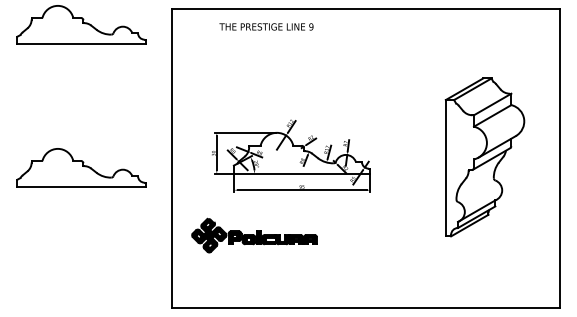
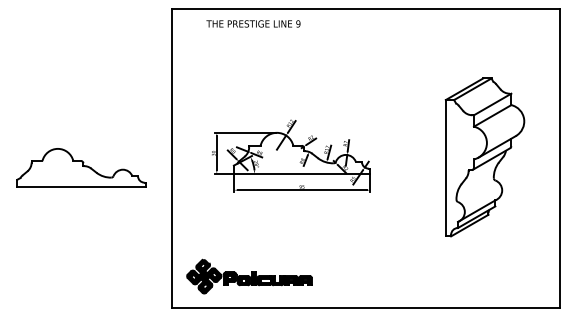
part at (81, 24): present -> none
text at (266, 26) position: (266, 26) -> (253, 23)
part at (254, 235) position: (254, 235) -> (249, 276)
